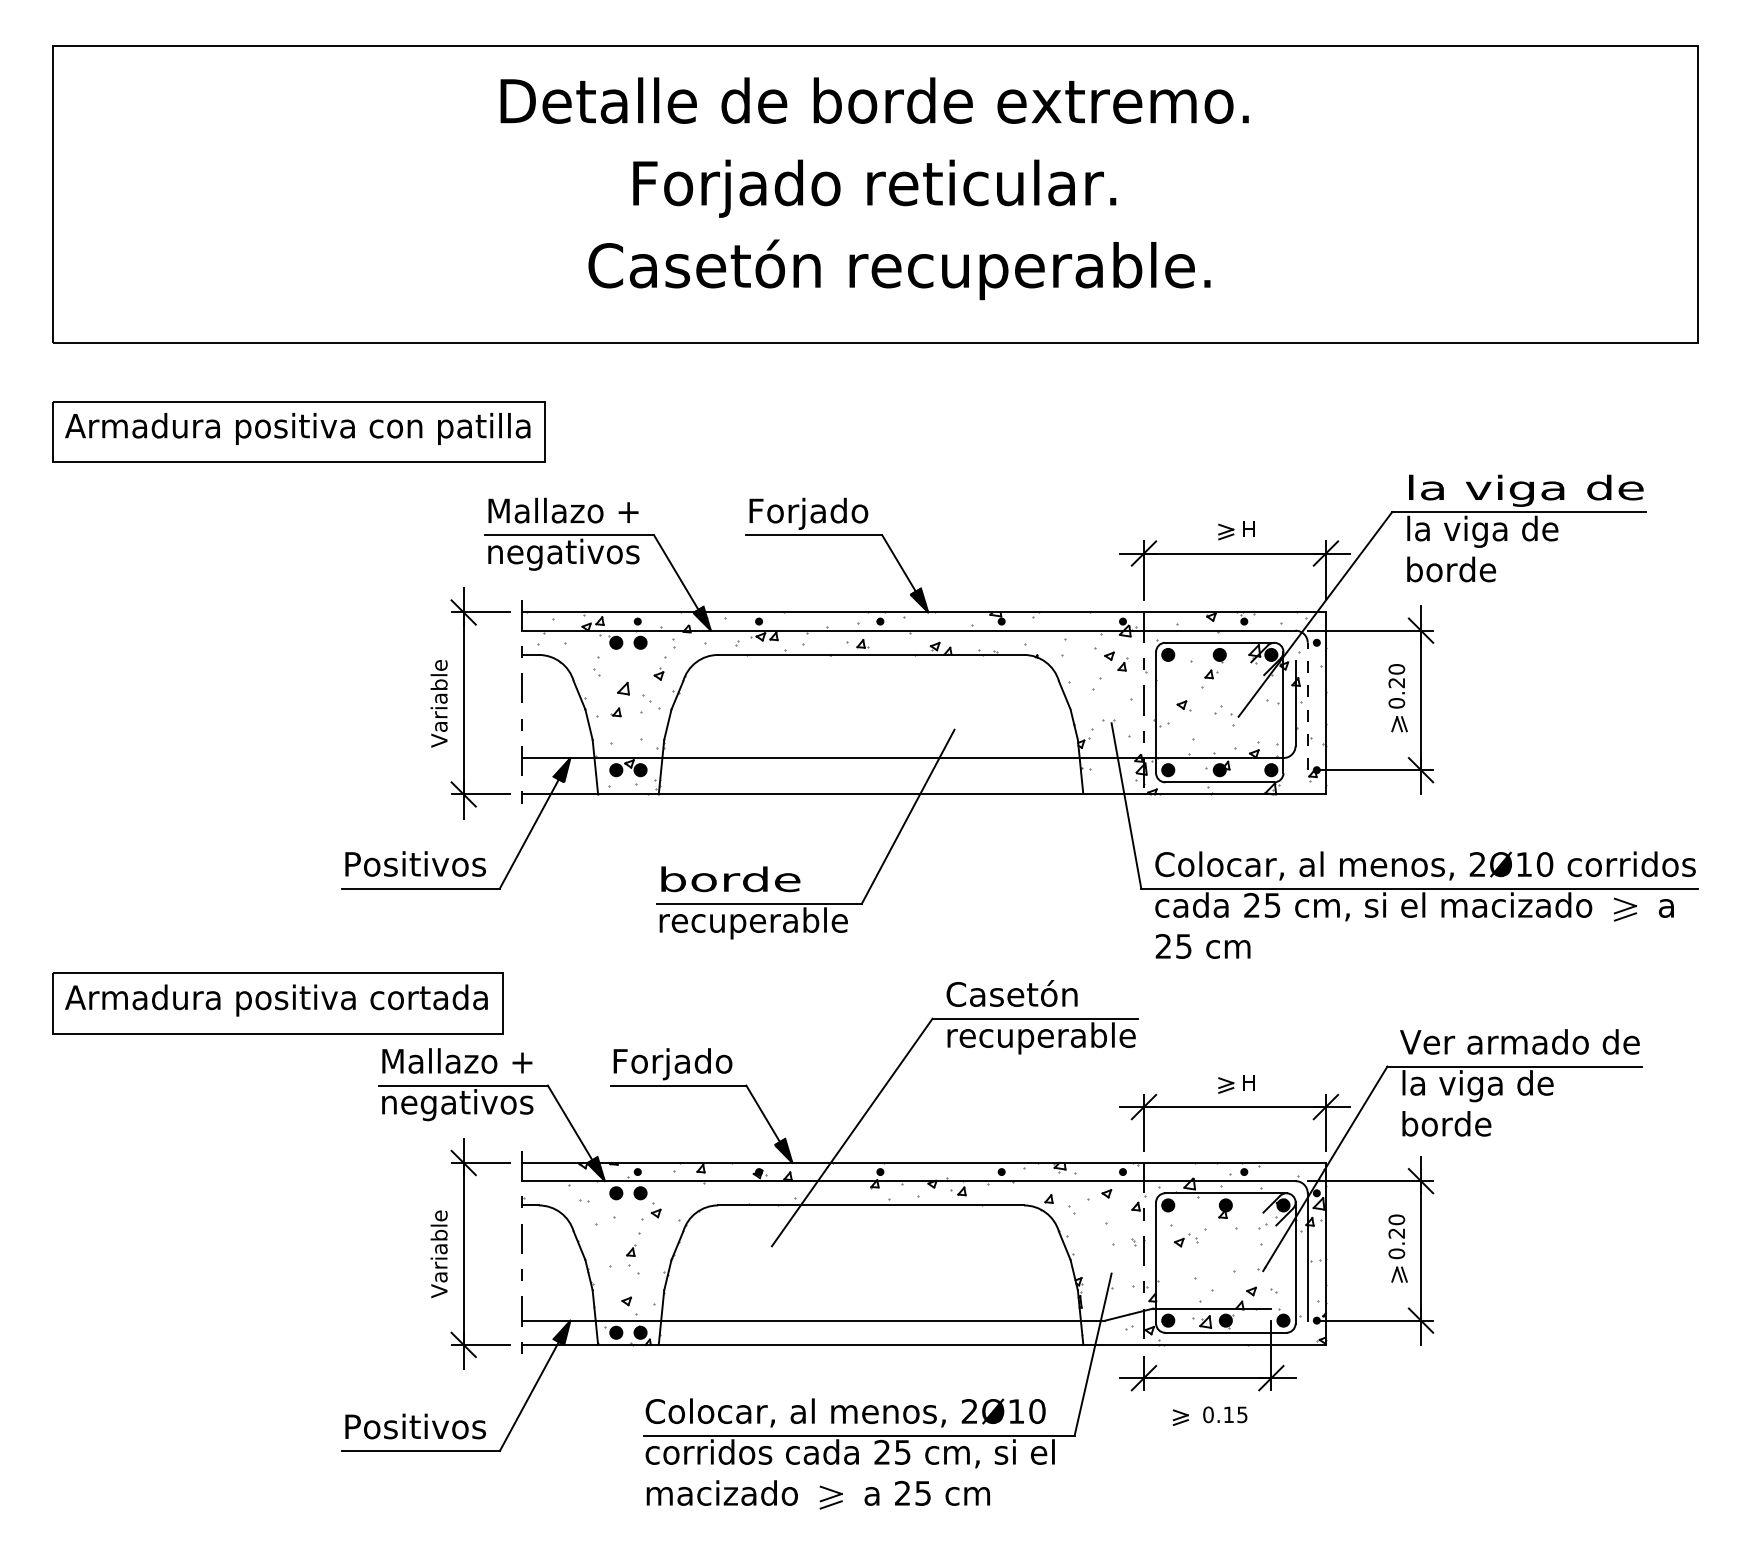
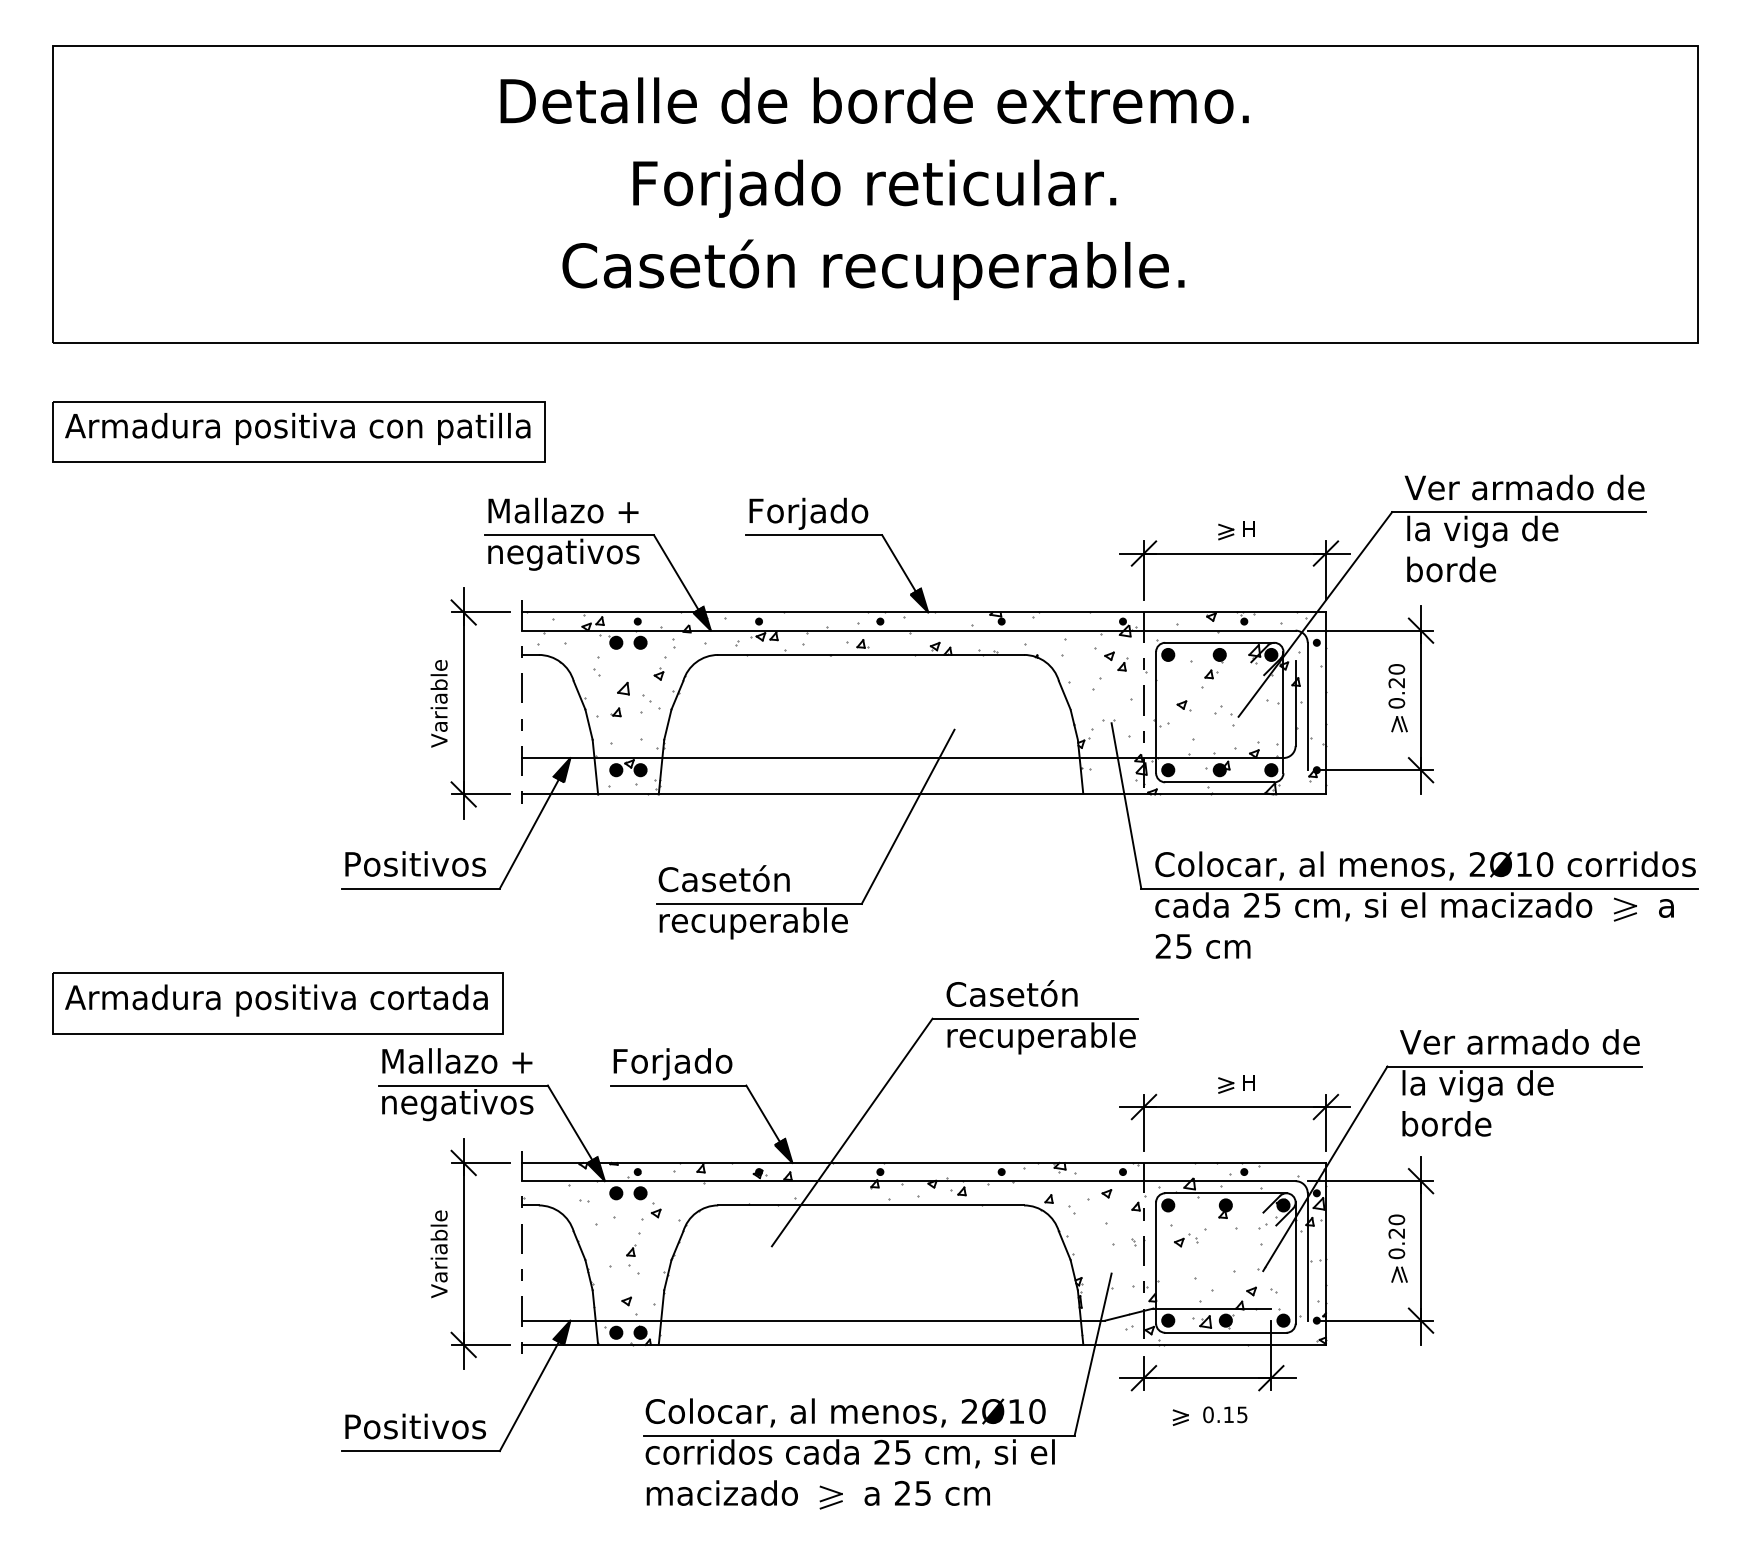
text at (899, 269) position: (899, 269) -> (873, 269)
text at (1524, 490): la viga de -> Ver armado de
line at (1307, 706): dashed -> solid
text at (729, 878): borde -> Casetón
